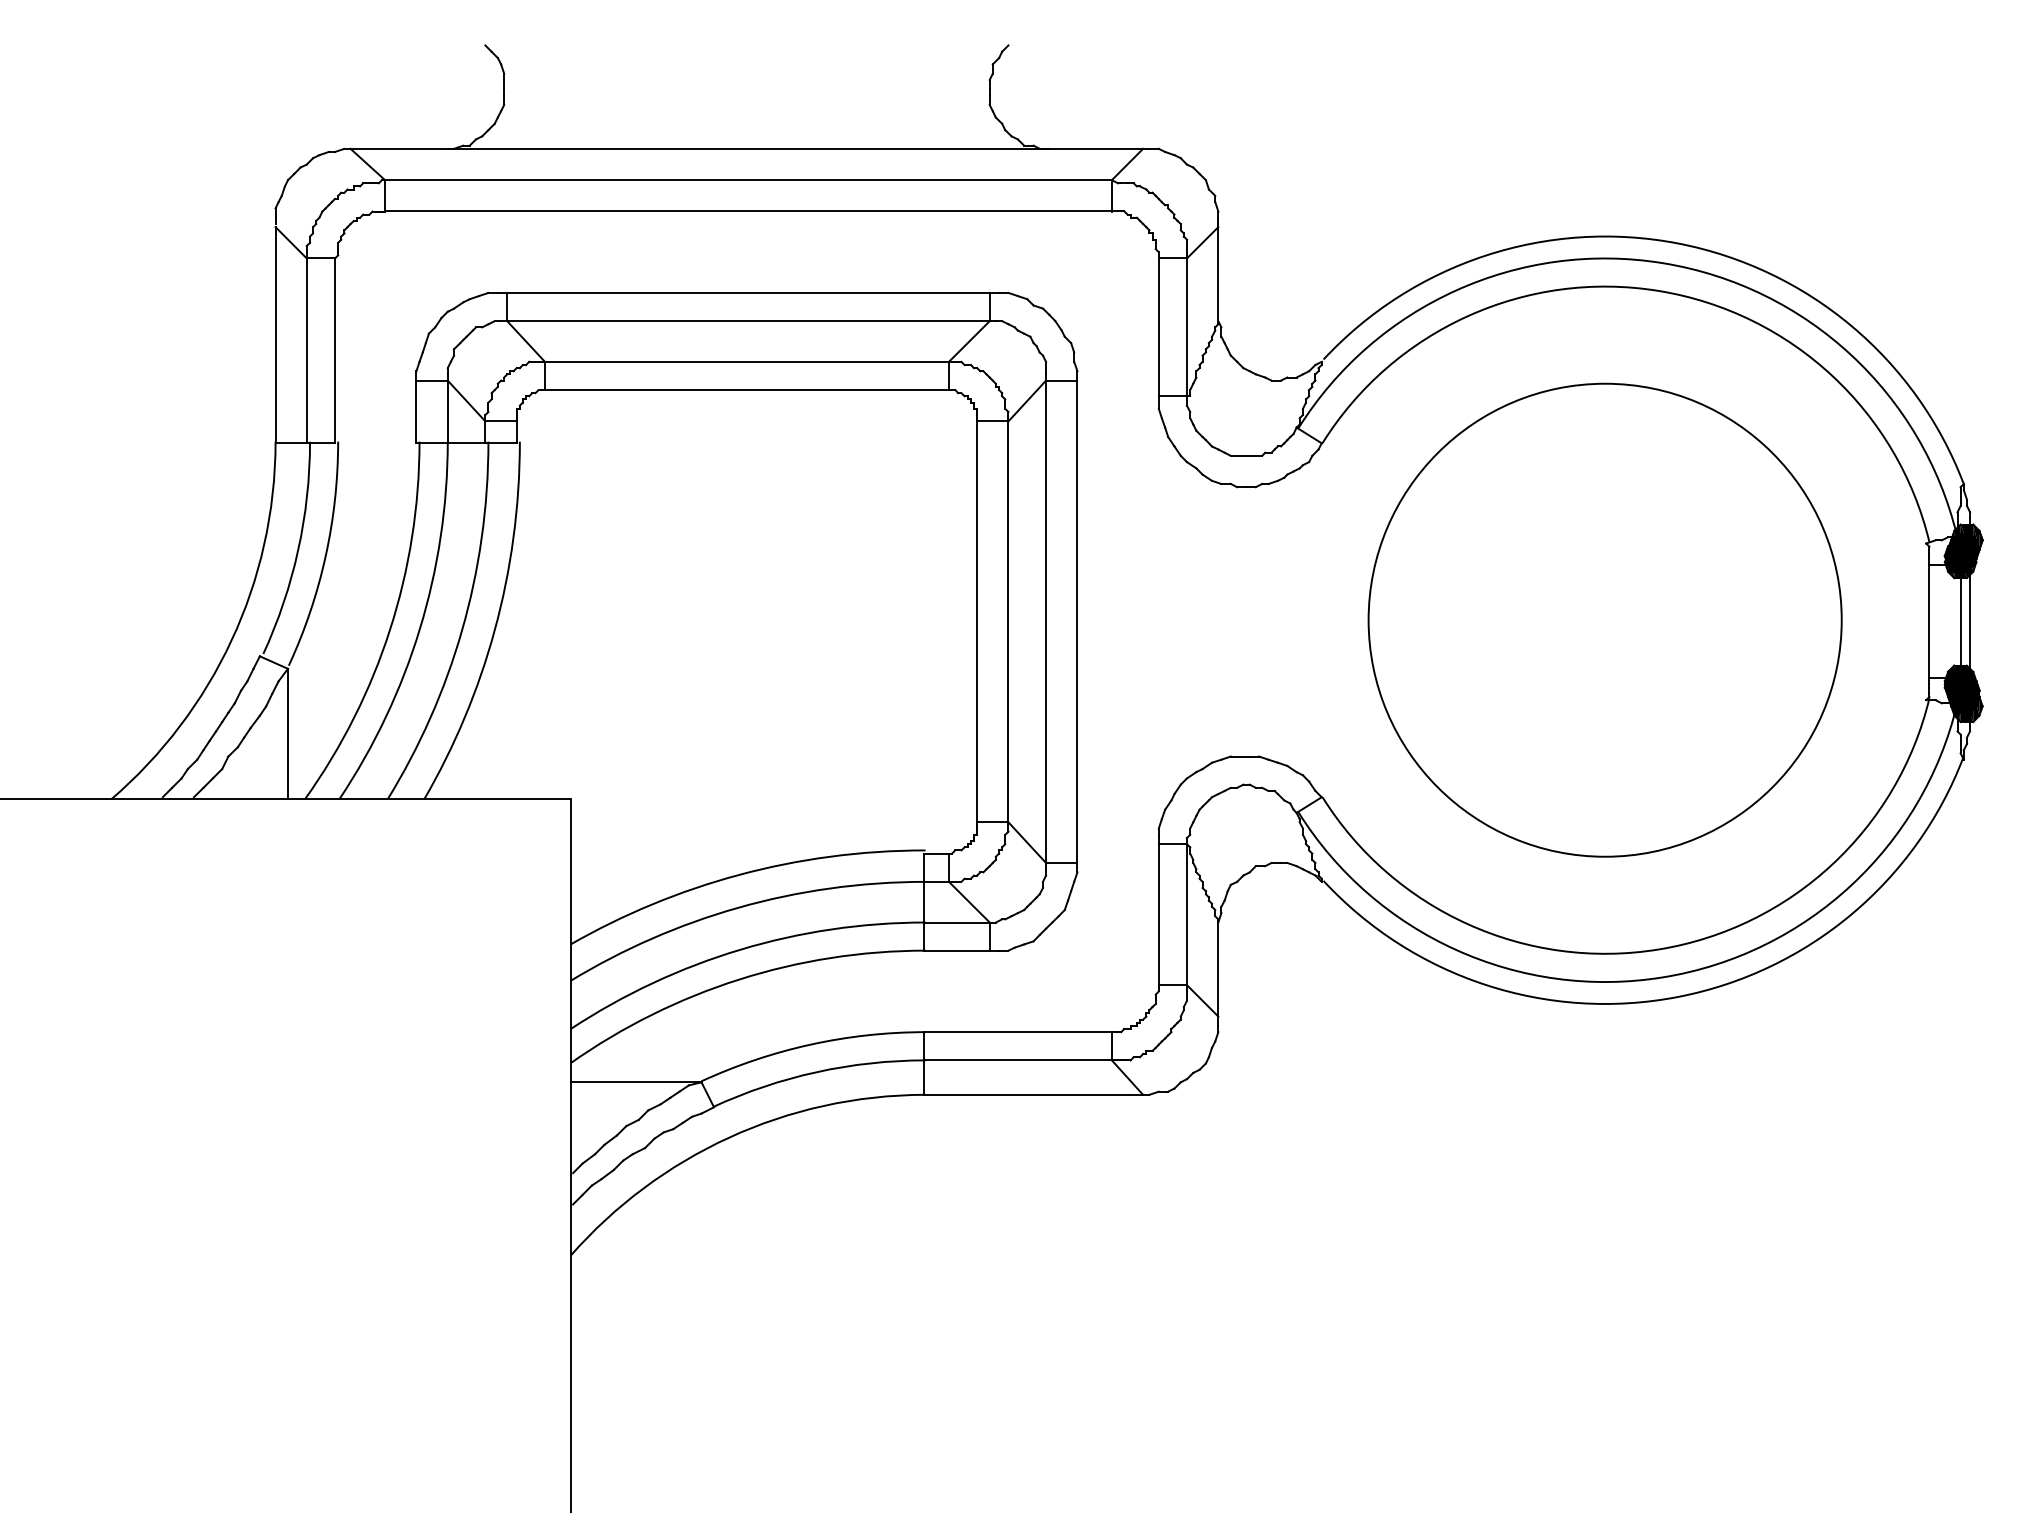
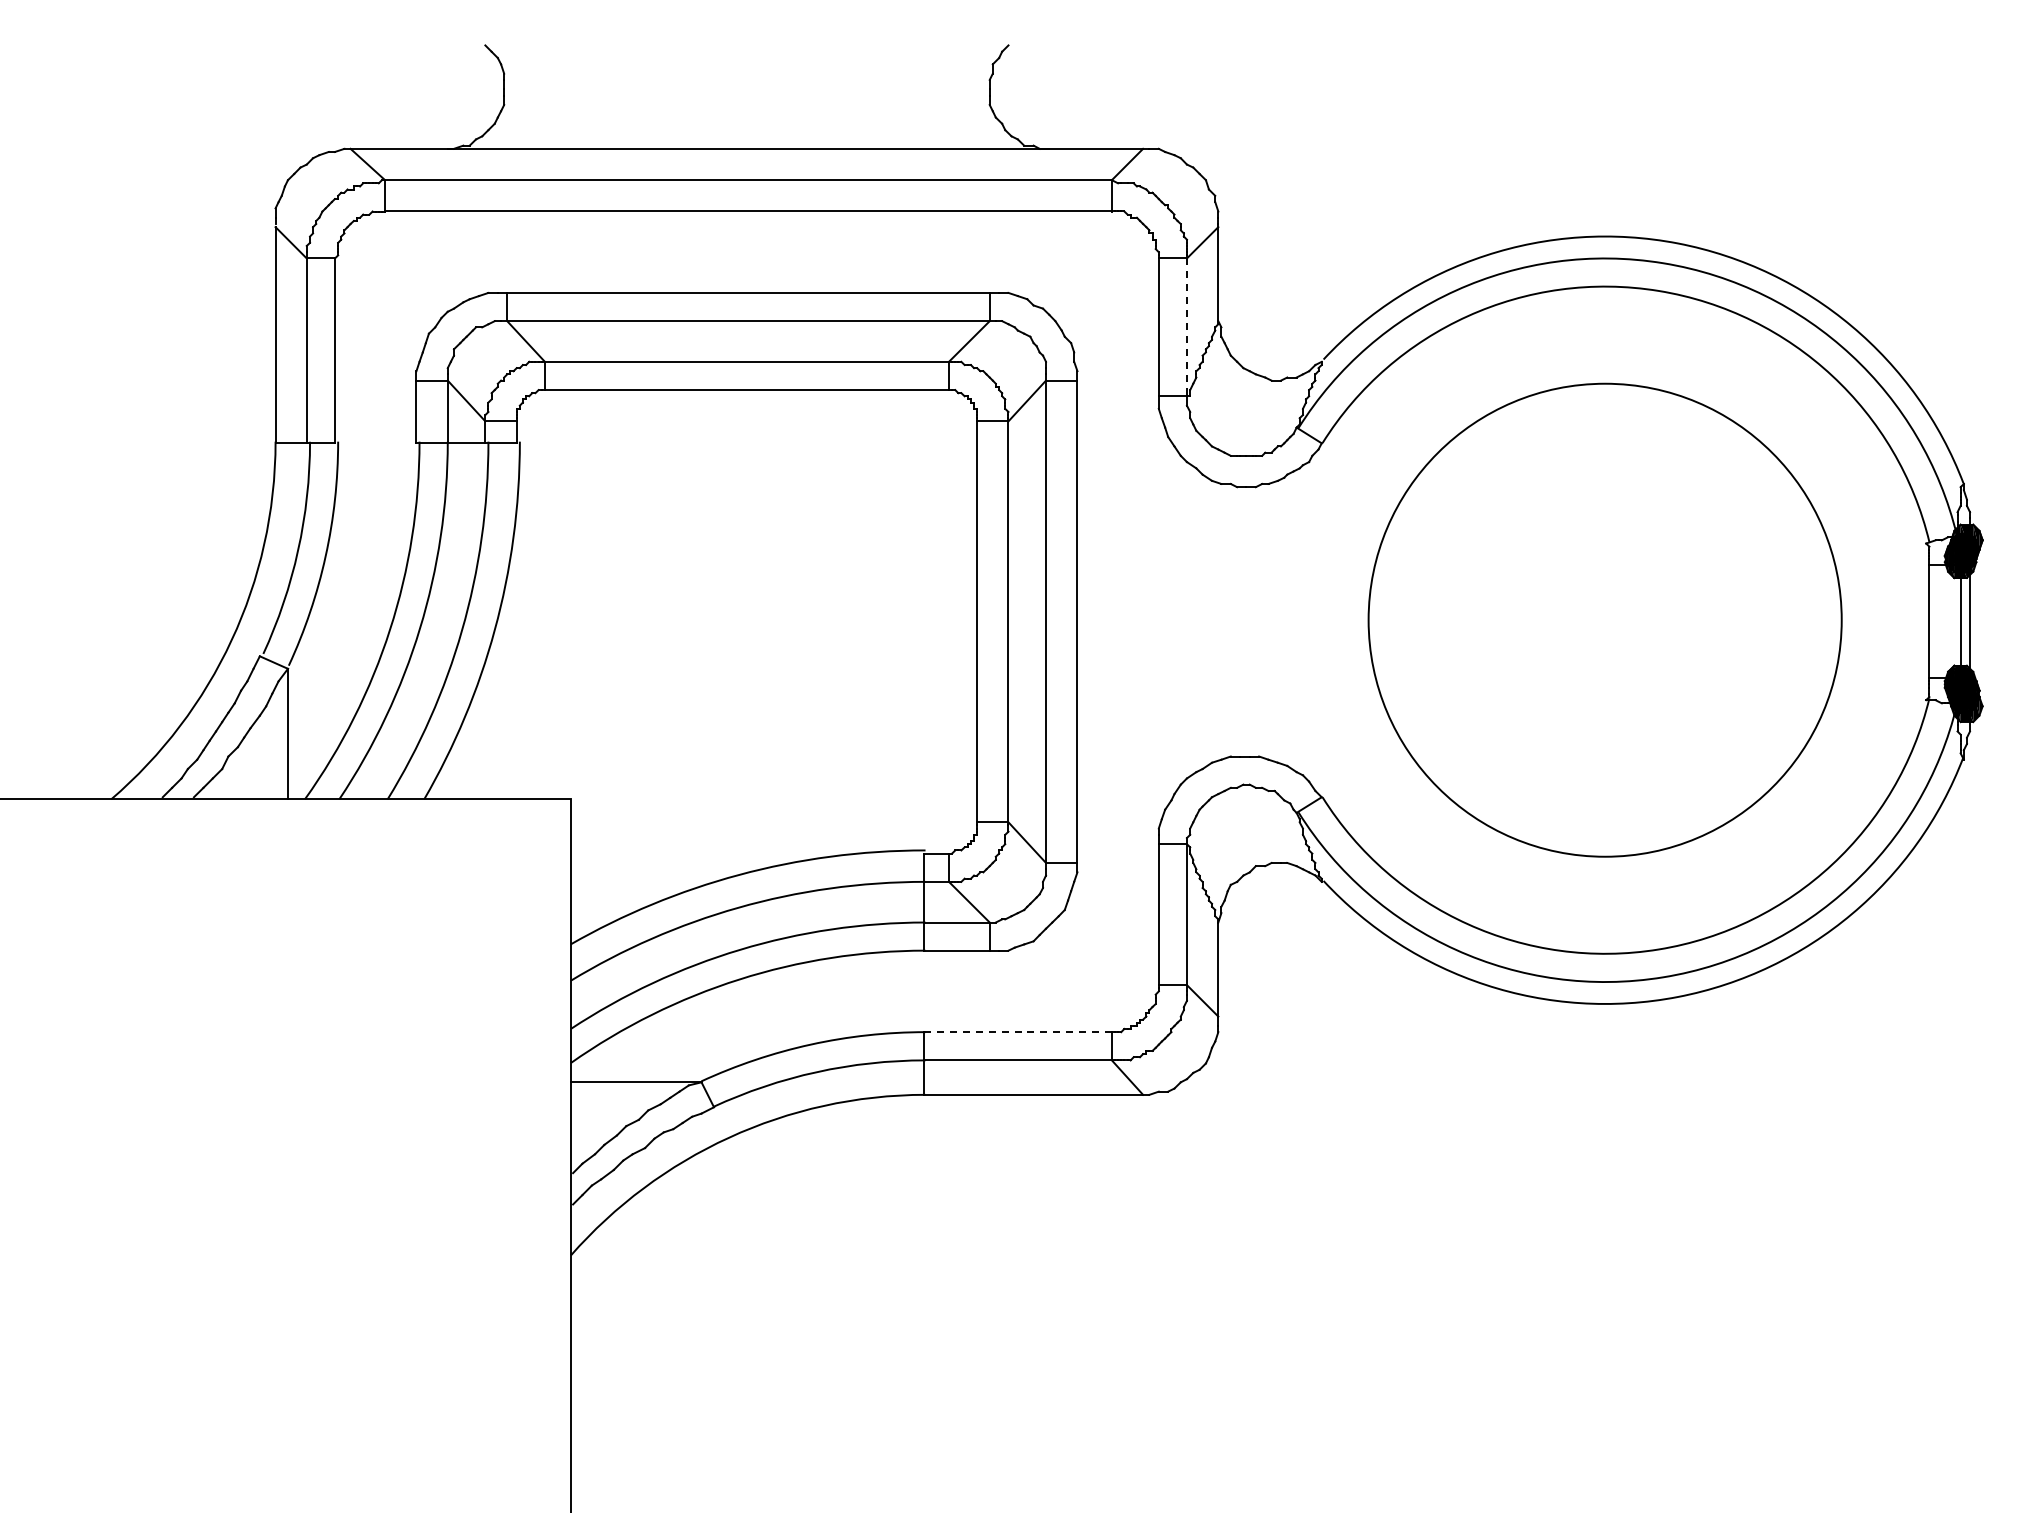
line at (1186, 327): solid -> dashed
line at (1017, 1032): solid -> dashed
